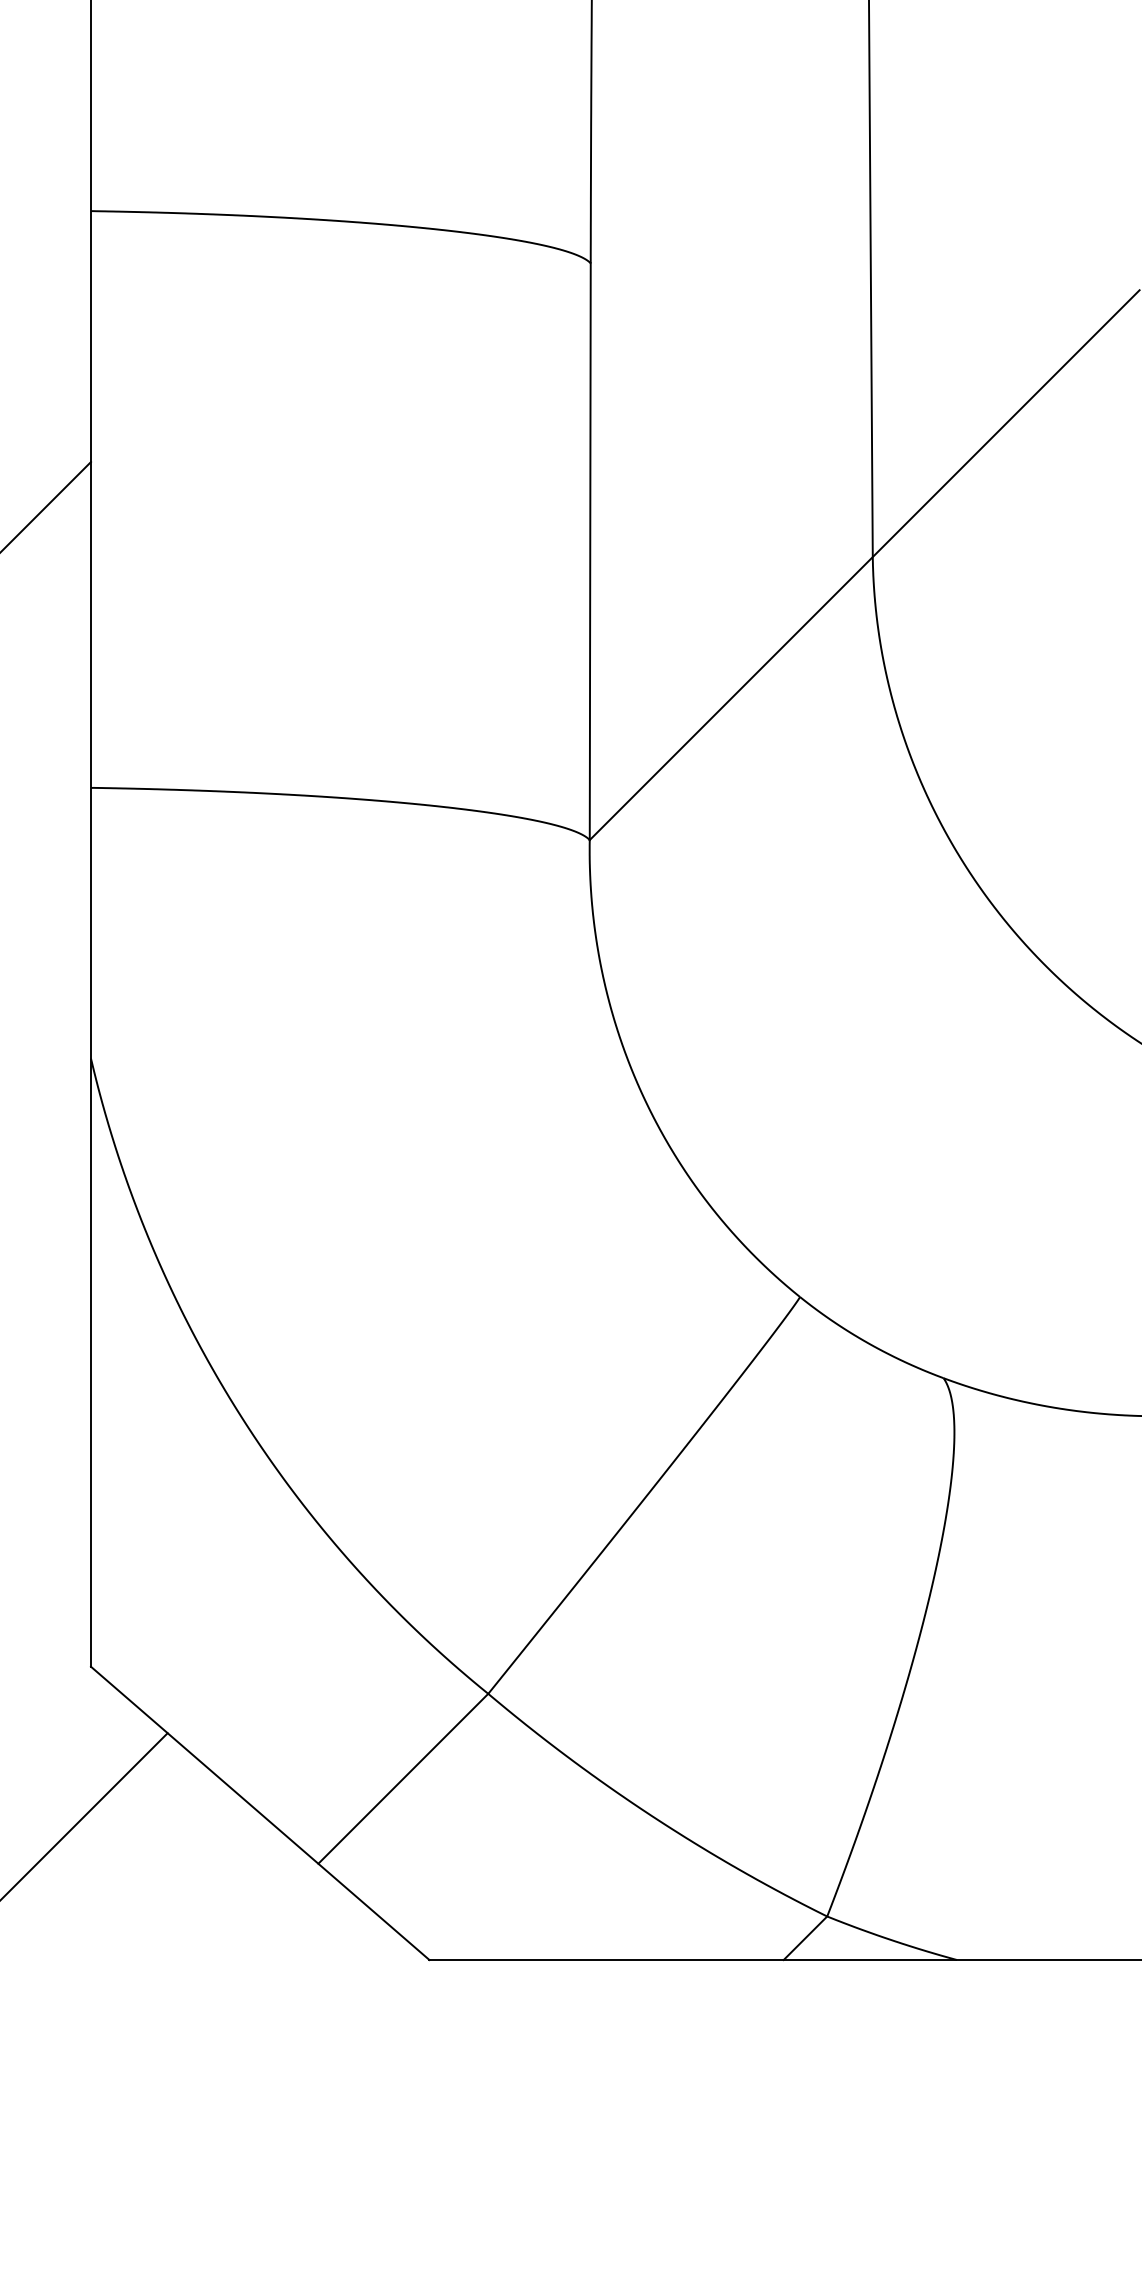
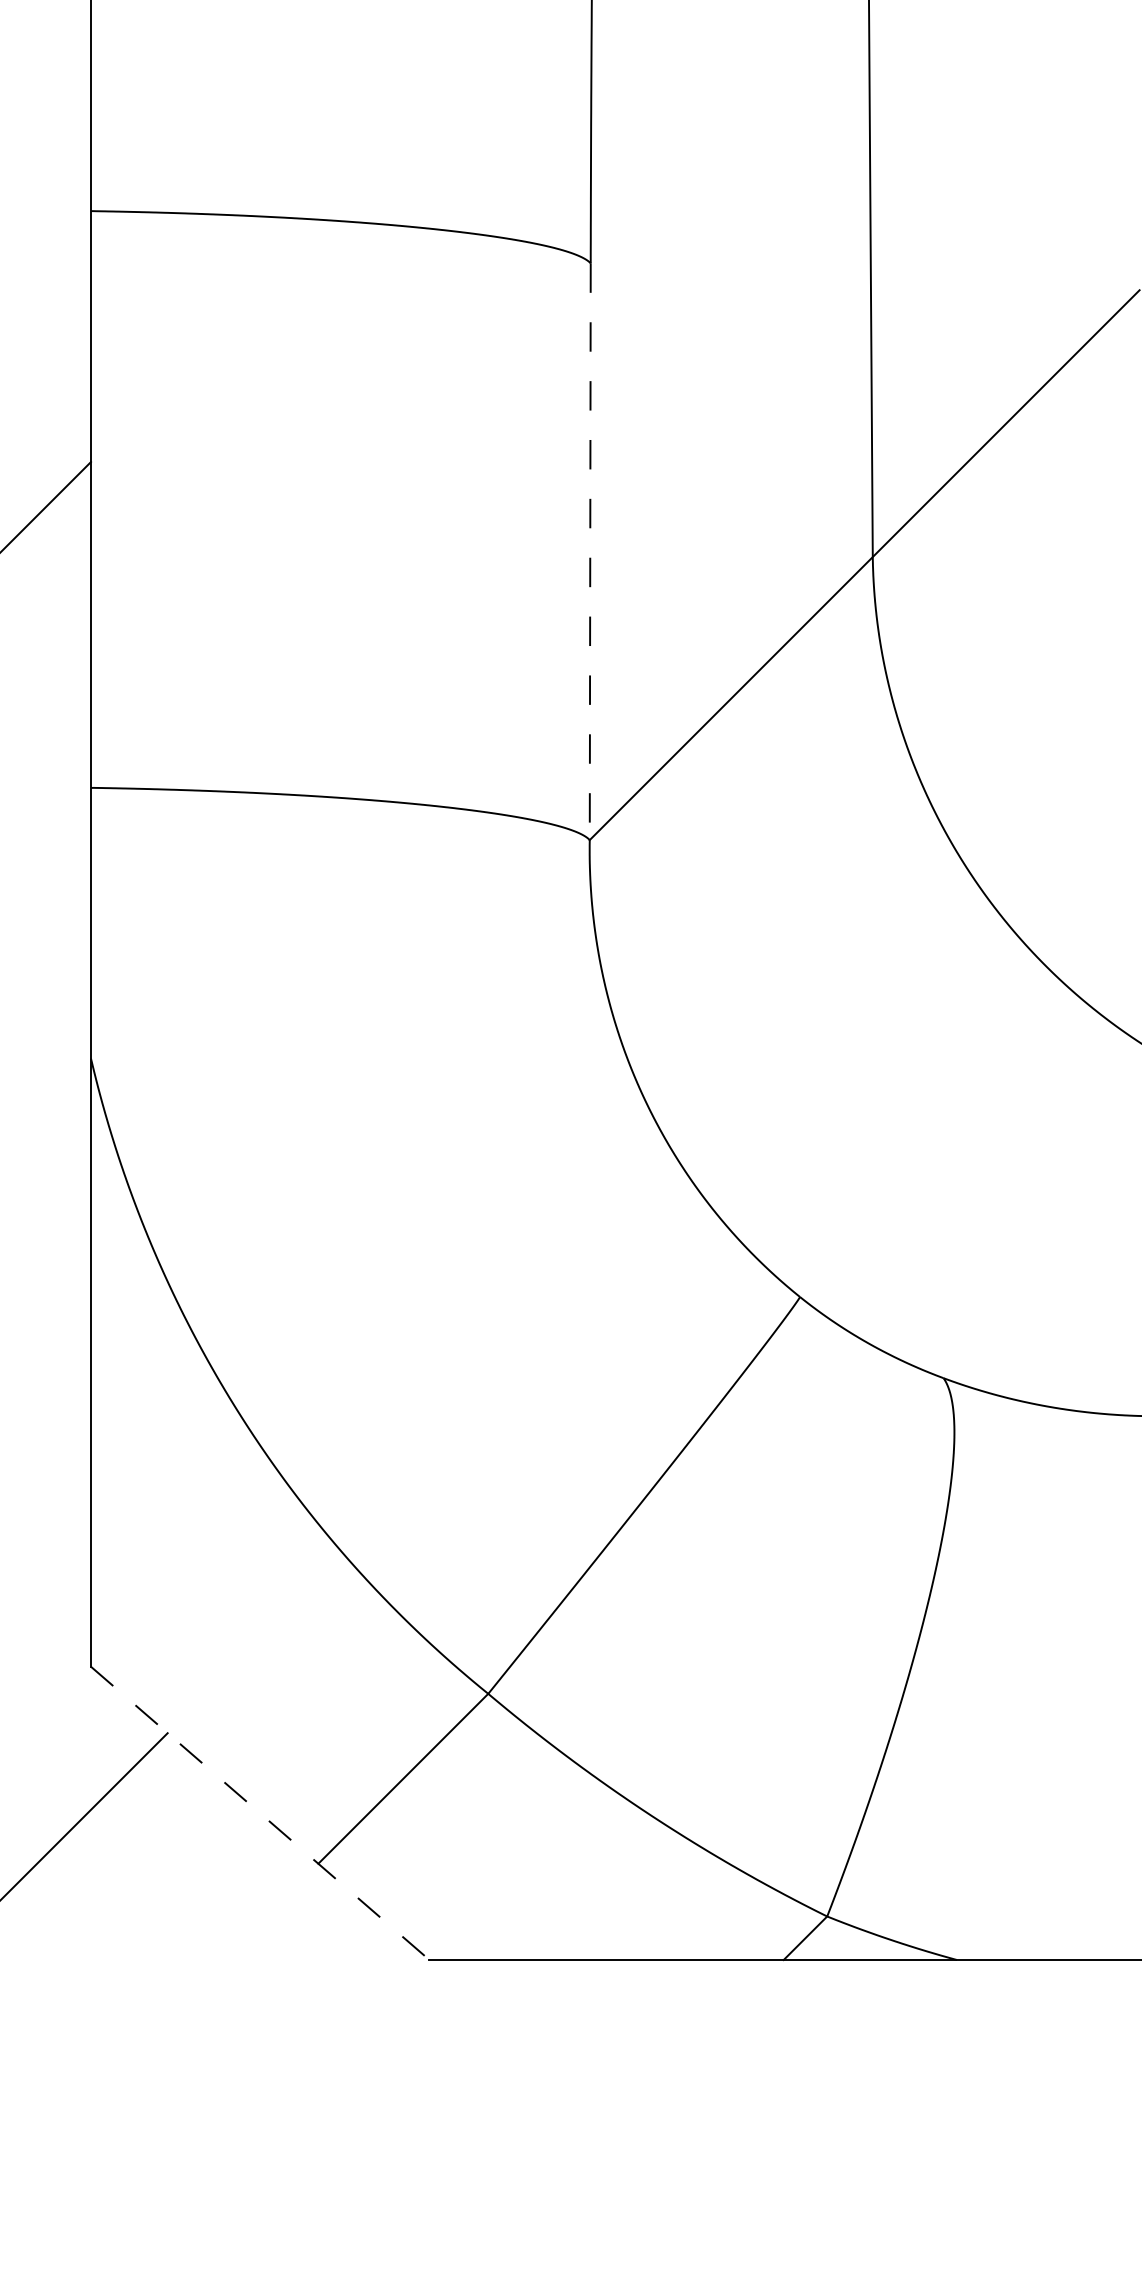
line at (590, 552): solid -> dashed
line at (260, 1813): solid -> dashed
